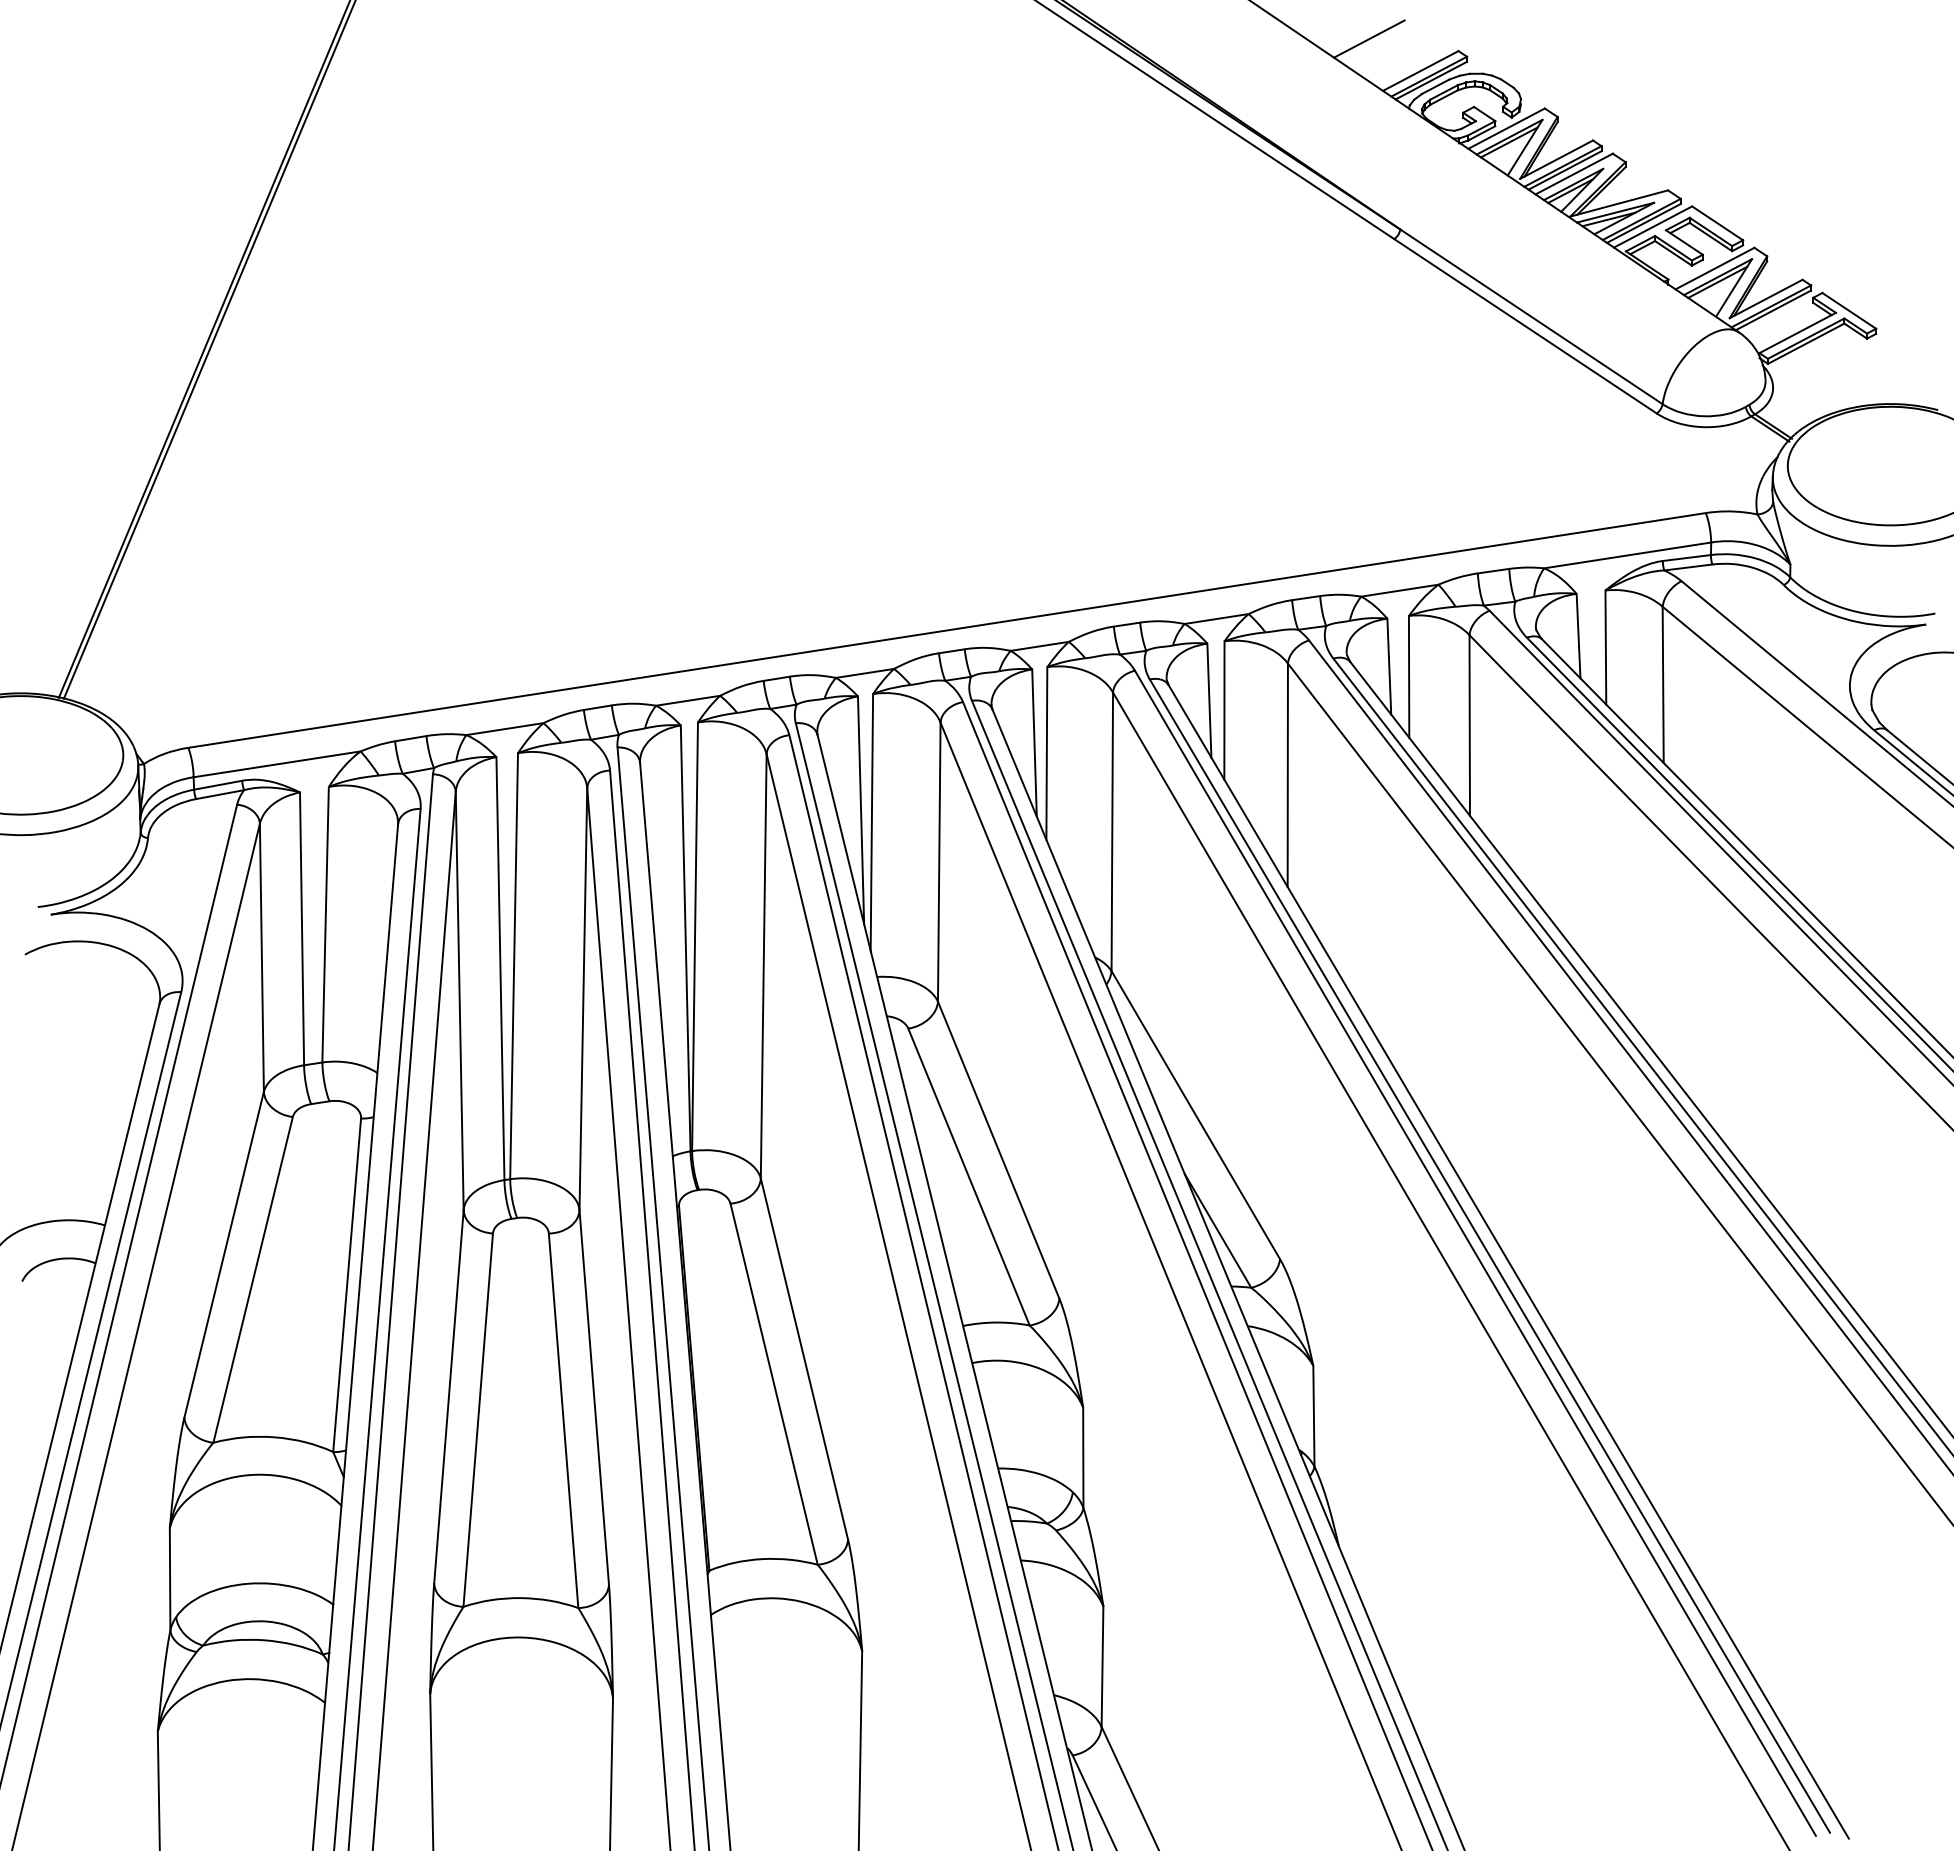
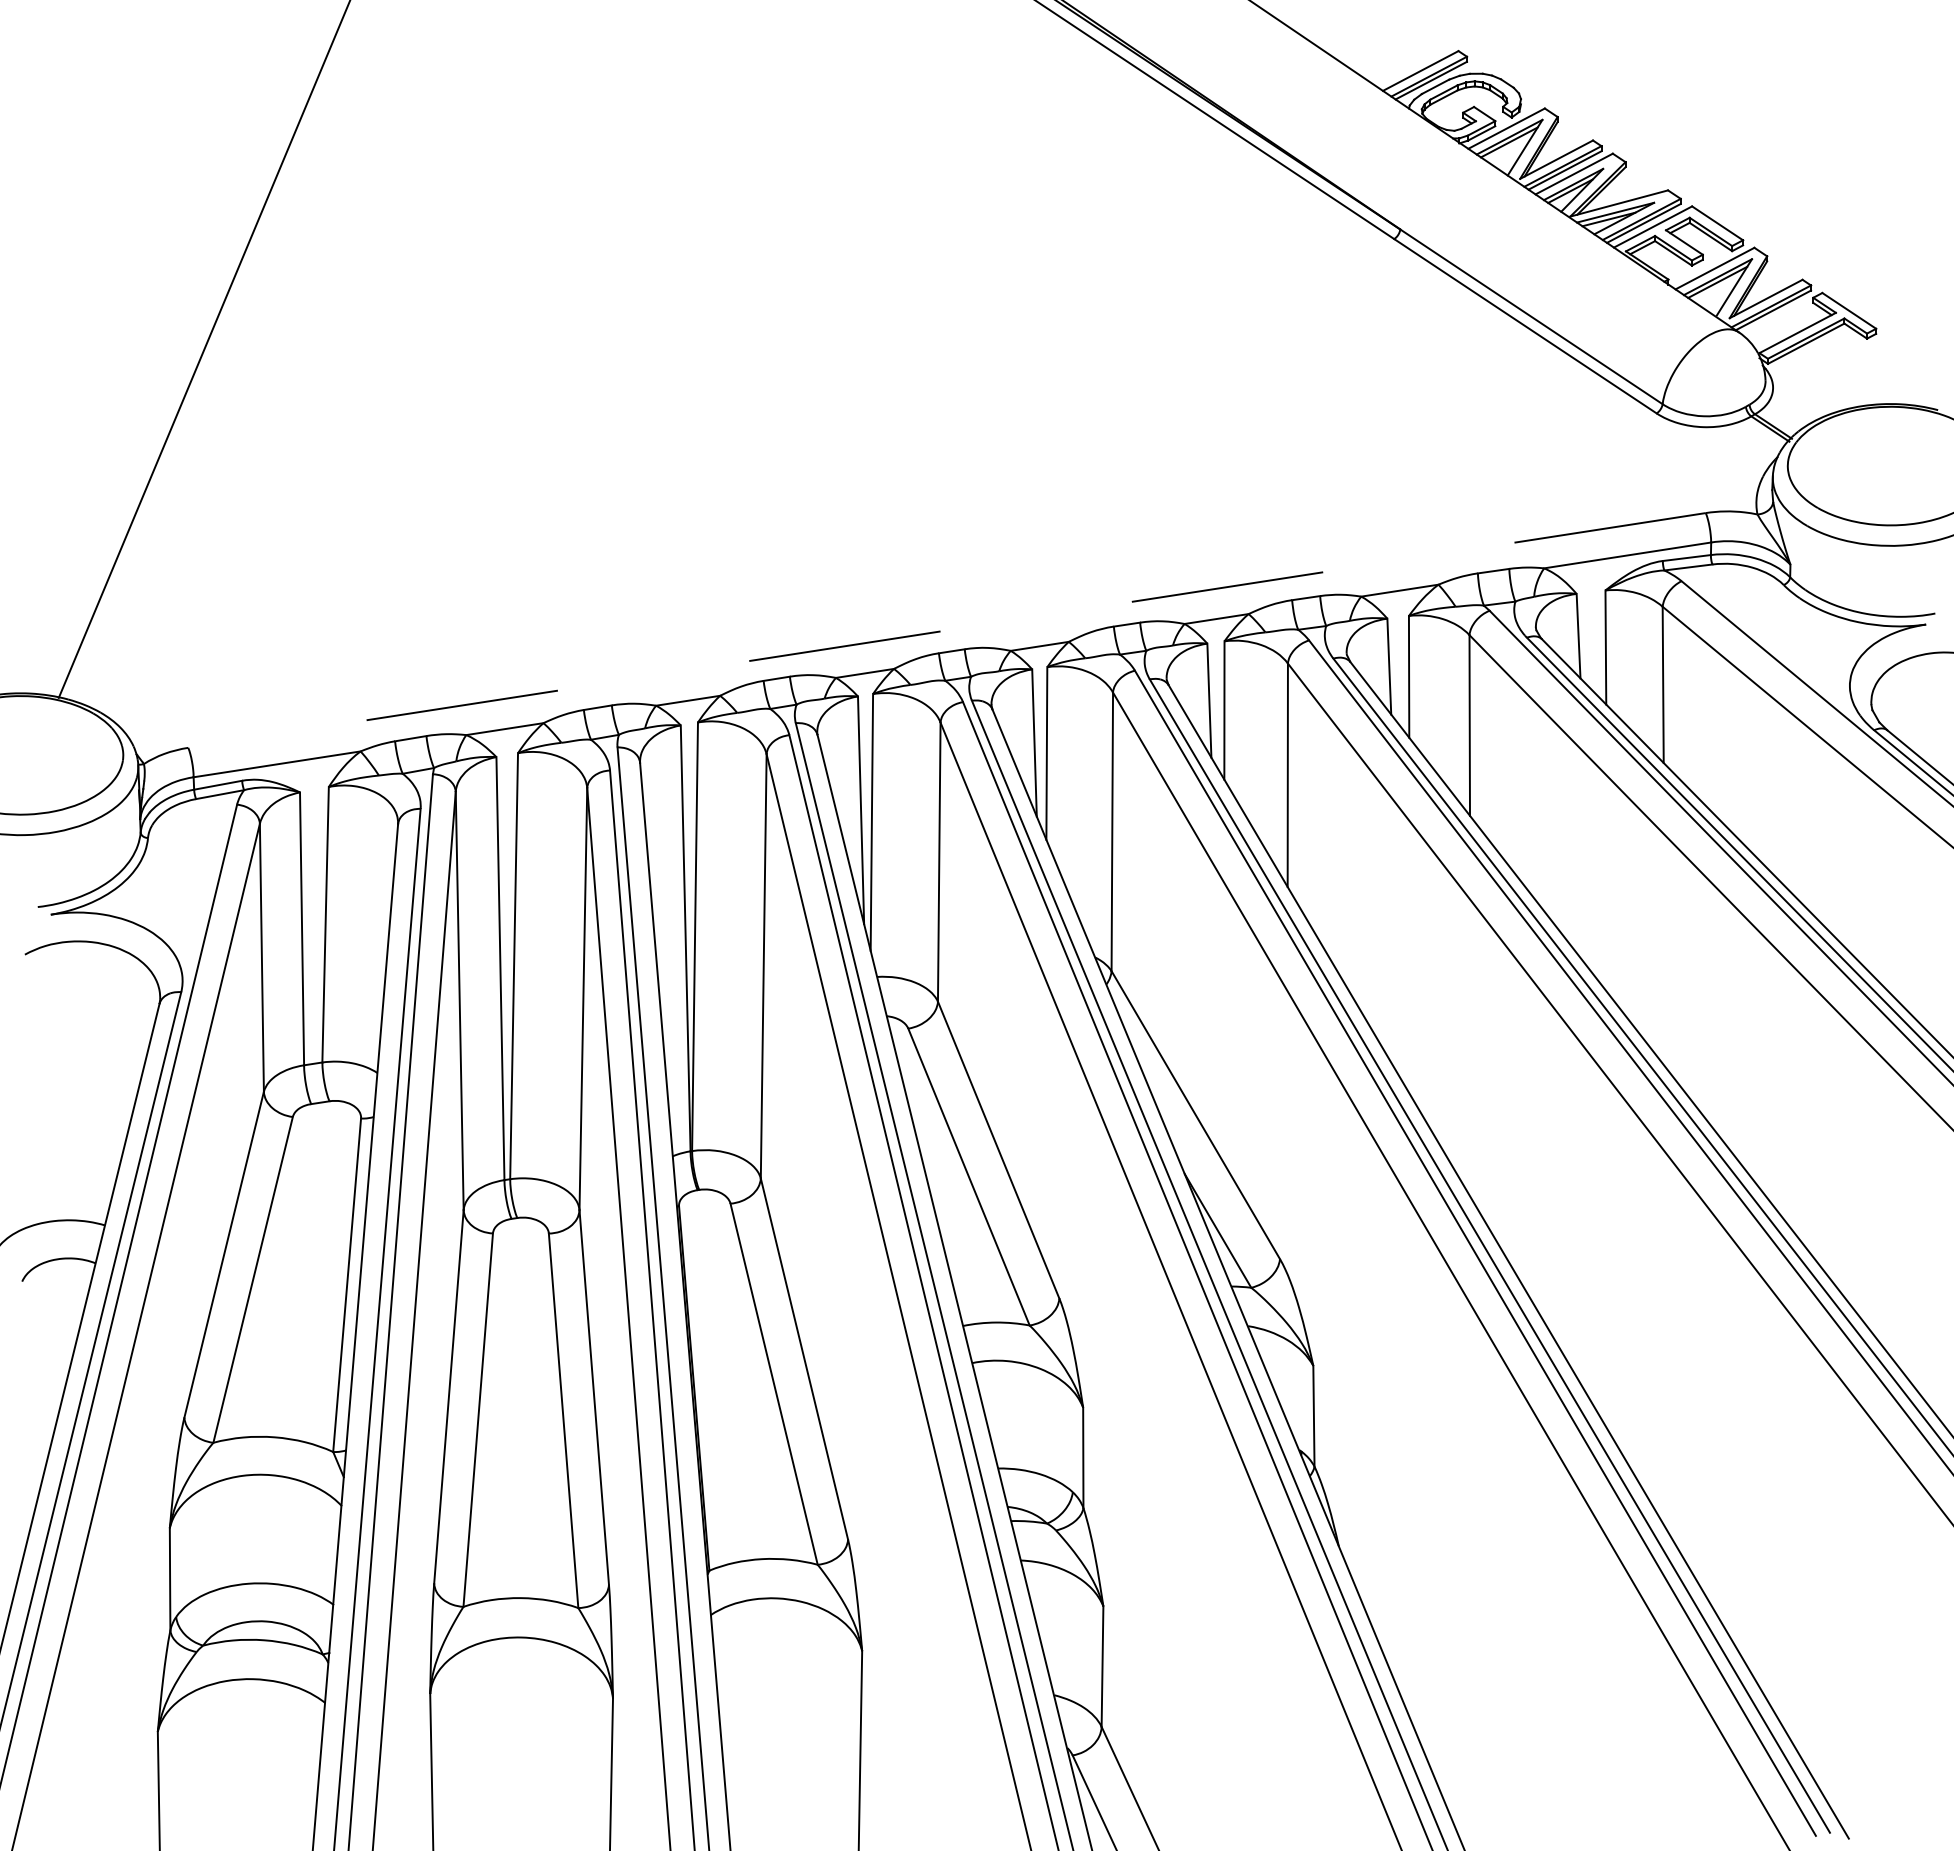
line at (1369, 38): present -> none
line at (208, 350): present -> none
line at (947, 630): solid -> dashed
